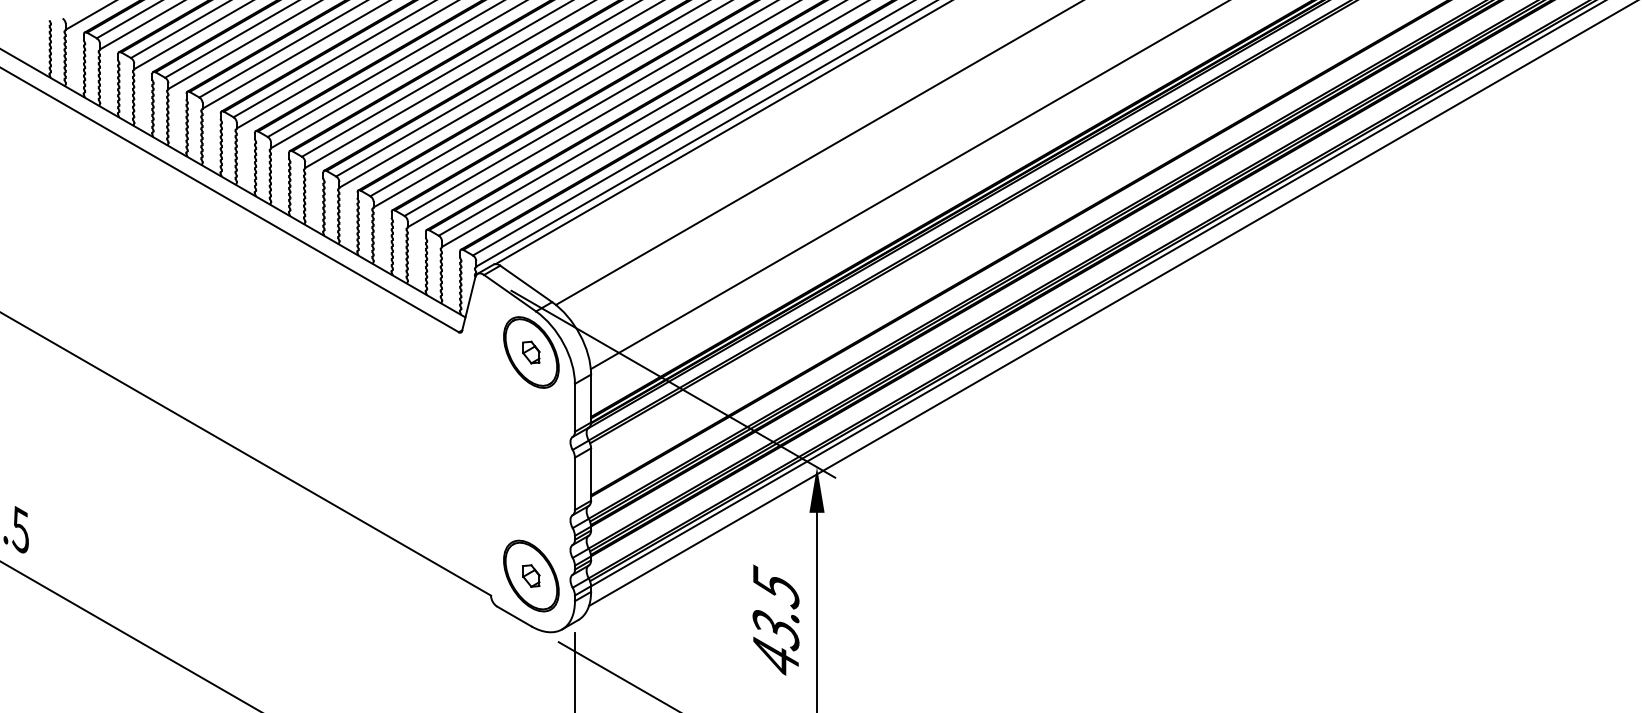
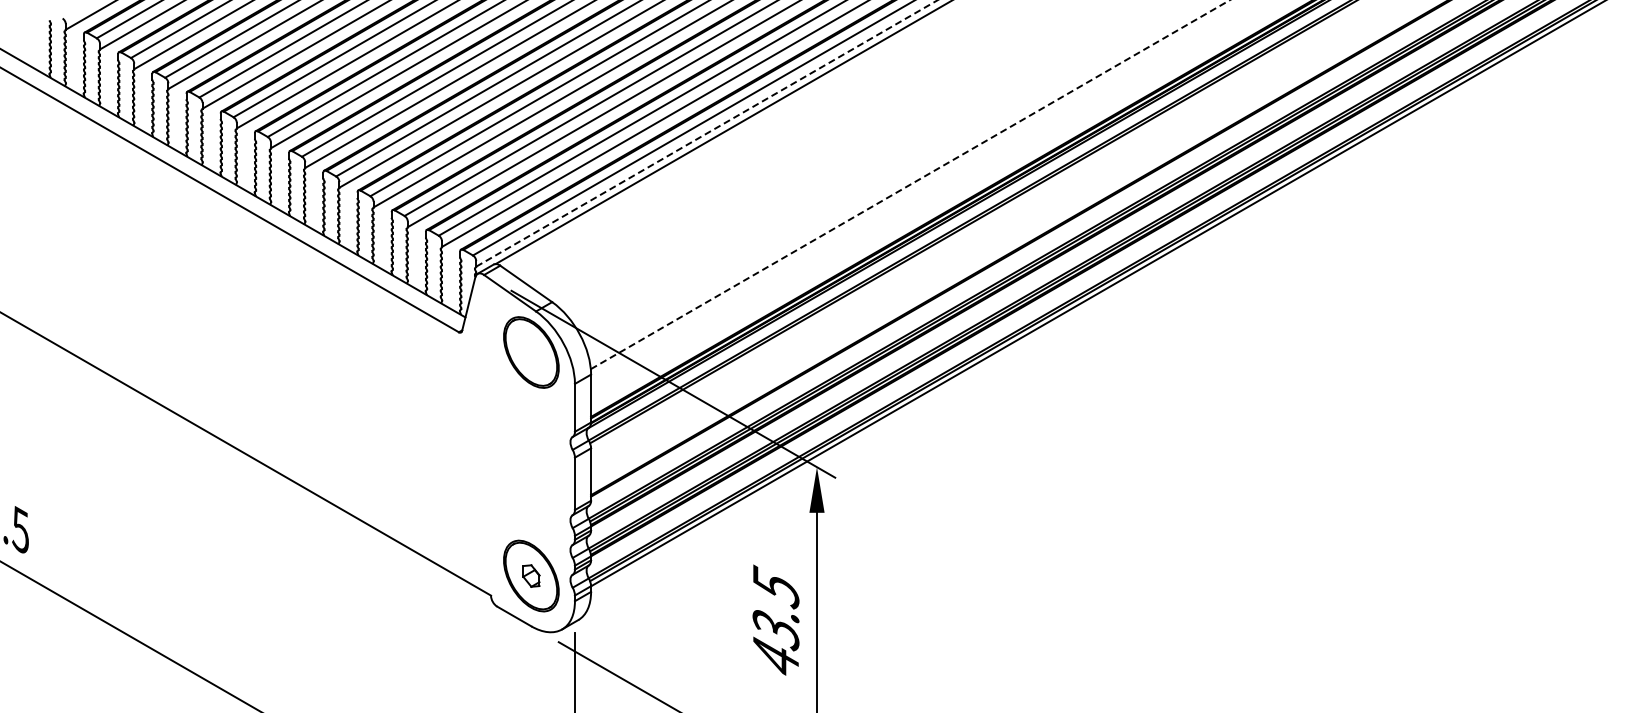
line at (707, 133): solid -> dashed
line at (817, 153): present -> none
line at (910, 184): solid -> dashed
line at (1111, 304): present -> none
part at (531, 352): present -> none
